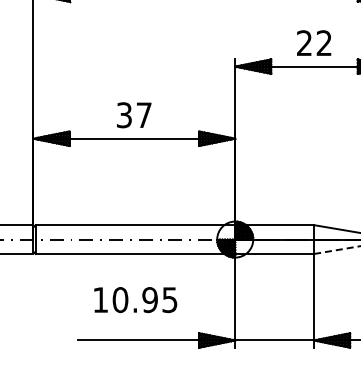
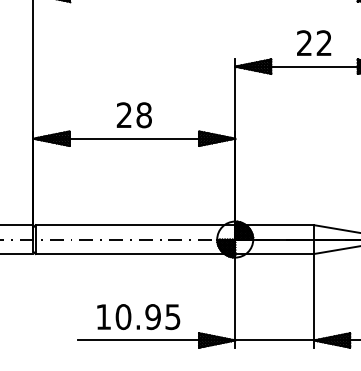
text at (133, 115): 37 -> 28
line at (337, 250): dashed -> solid
text at (135, 300) position: (135, 300) -> (138, 317)
